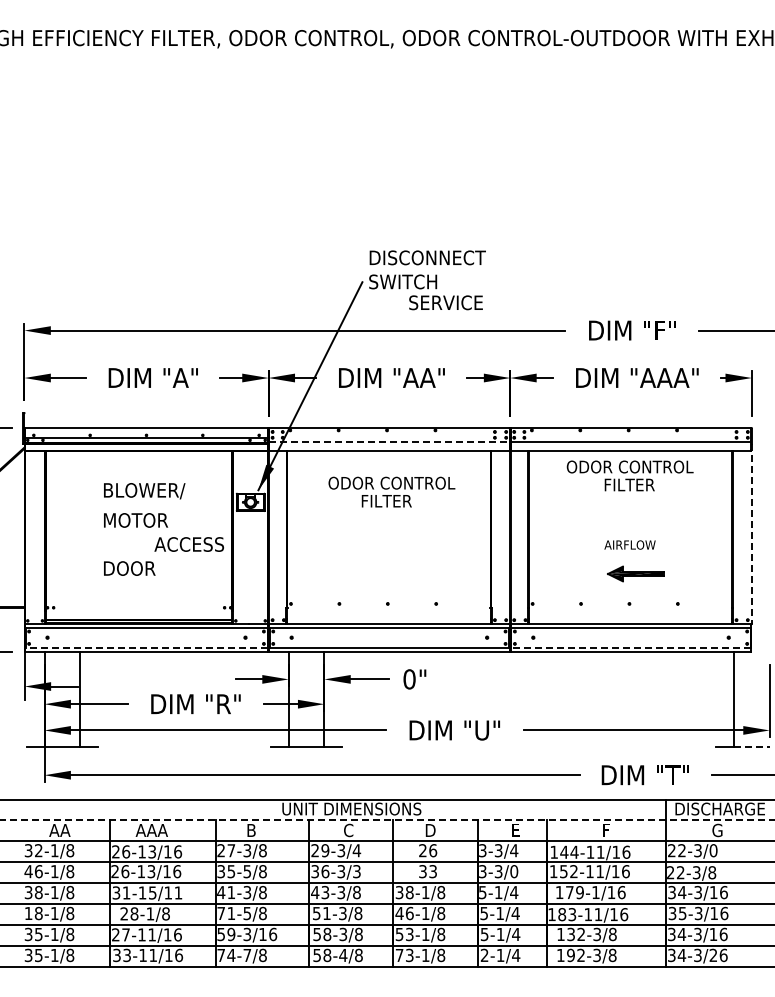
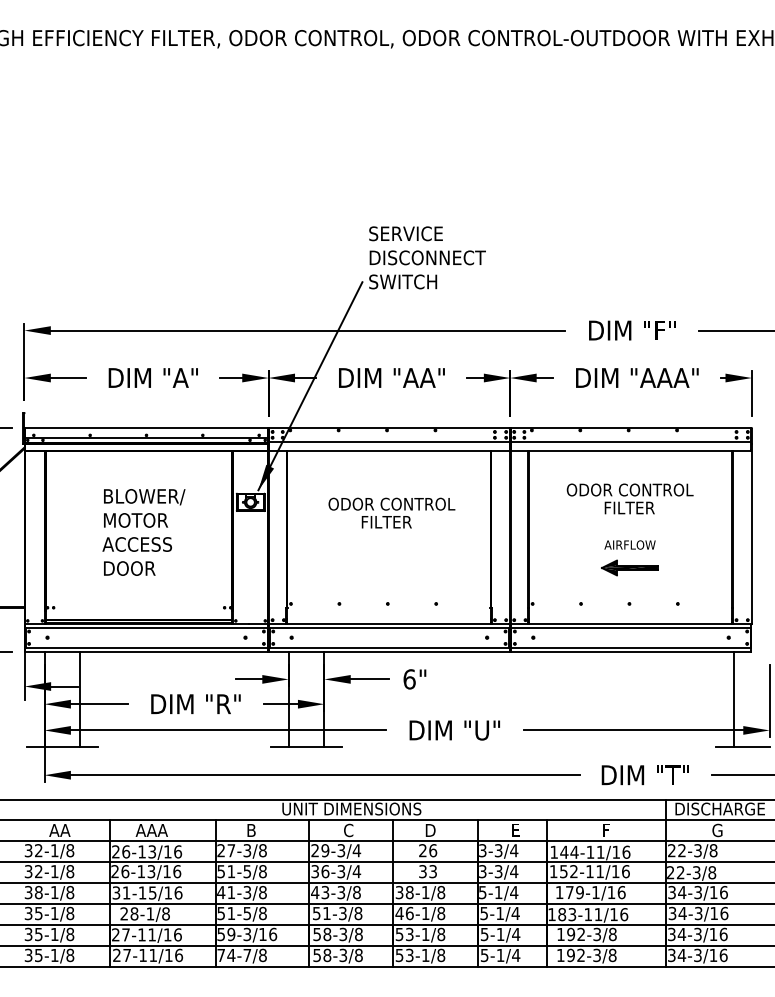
text at (445, 302) position: (445, 302) -> (405, 233)
line at (389, 442): dashed -> solid
text at (629, 475) position: (629, 475) -> (629, 498)
text at (144, 491) position: (144, 491) -> (144, 497)
text at (391, 491) position: (391, 491) -> (391, 512)
line at (751, 534): dashed -> solid
text at (188, 544) position: (188, 544) -> (136, 544)
part at (635, 573) position: (635, 573) -> (629, 567)
line at (146, 647): dashed -> solid
line at (630, 647): dashed -> solid
text at (409, 679): 0" -> 6"
line at (751, 746): dashed -> solid
line at (388, 820): dashed -> solid
text at (713, 850): 22-3/0 -> 22-3/8
text at (33, 871): 46-1/8 -> 32-1/8
text at (226, 871): 35-5/8 -> 51-5/8
text at (356, 871): 36-3/3 -> 36-3/4
text at (514, 871): 3-3/0 -> 3-3/4
text at (178, 892): 31-15/11 -> 31-15/16
text at (33, 913): 18-1/8 -> 35-1/8
text at (220, 913): 71-5/8 -> 51-5/8
text at (682, 913): 35-3/16 -> 34-3/16
text at (571, 934): 132-3/8 -> 192-3/8
text at (713, 954): 34-3/26 -> 34-3/16
text at (121, 955): 33-11/16 -> 27-11/16
text at (343, 955): 58-4/8 -> 58-3/8
text at (399, 955): 73-1/8 -> 53-1/8
text at (484, 955): 2-1/4 -> 5-1/4
